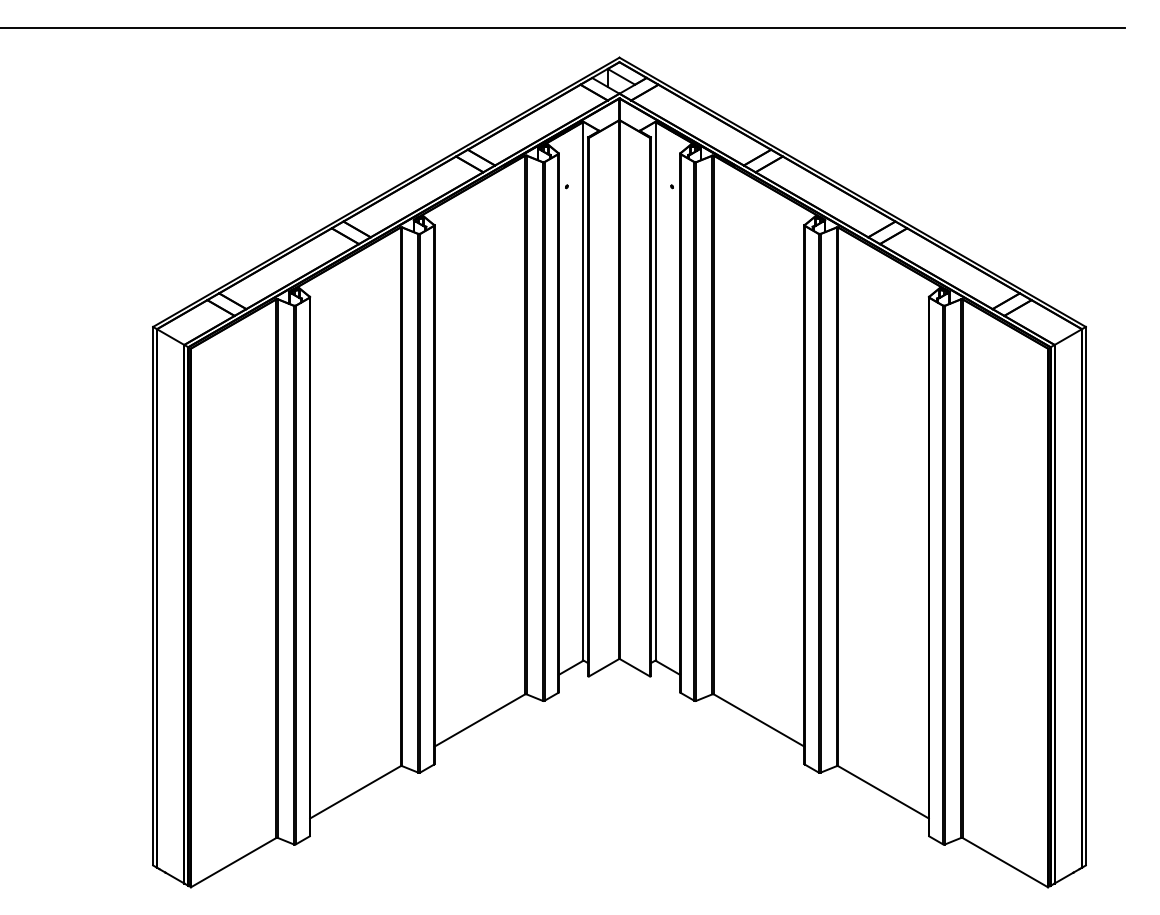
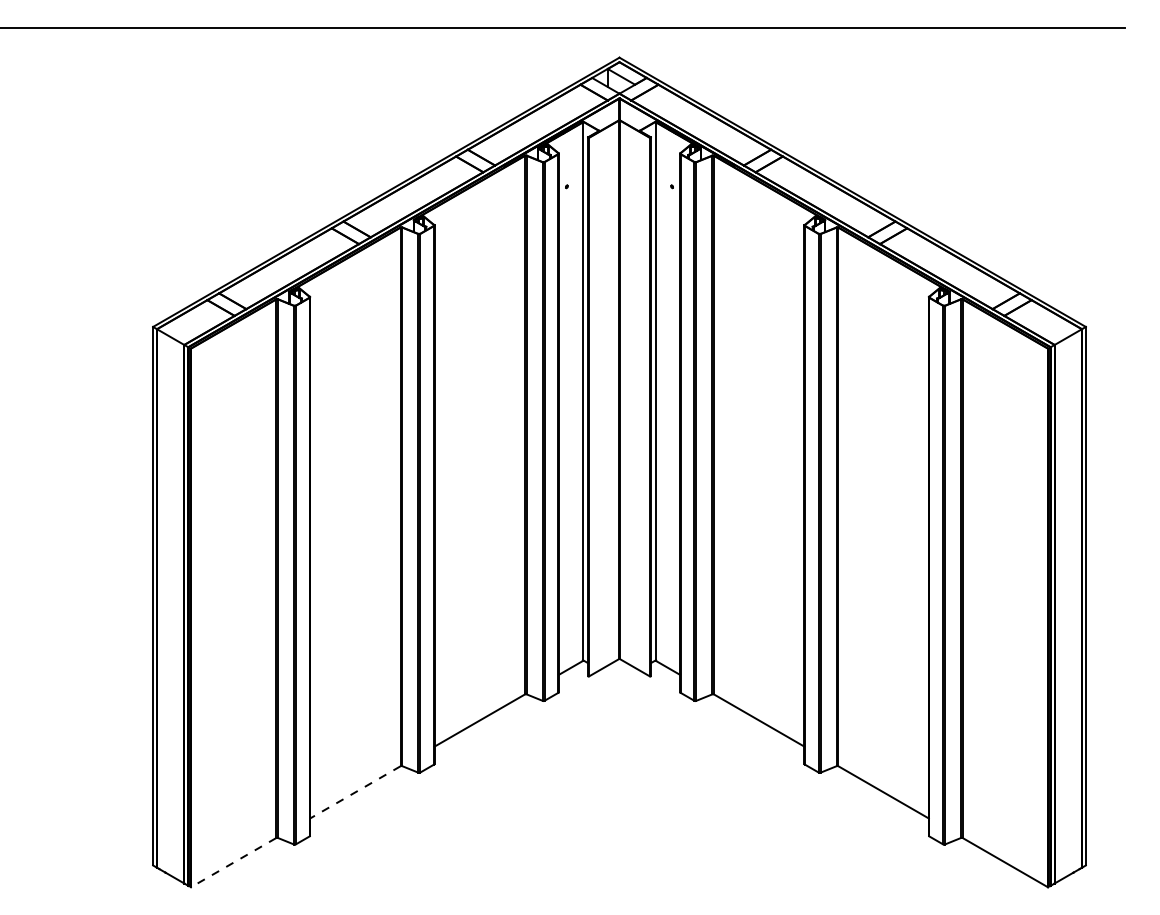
line at (354, 792): solid -> dashed
line at (233, 862): solid -> dashed
